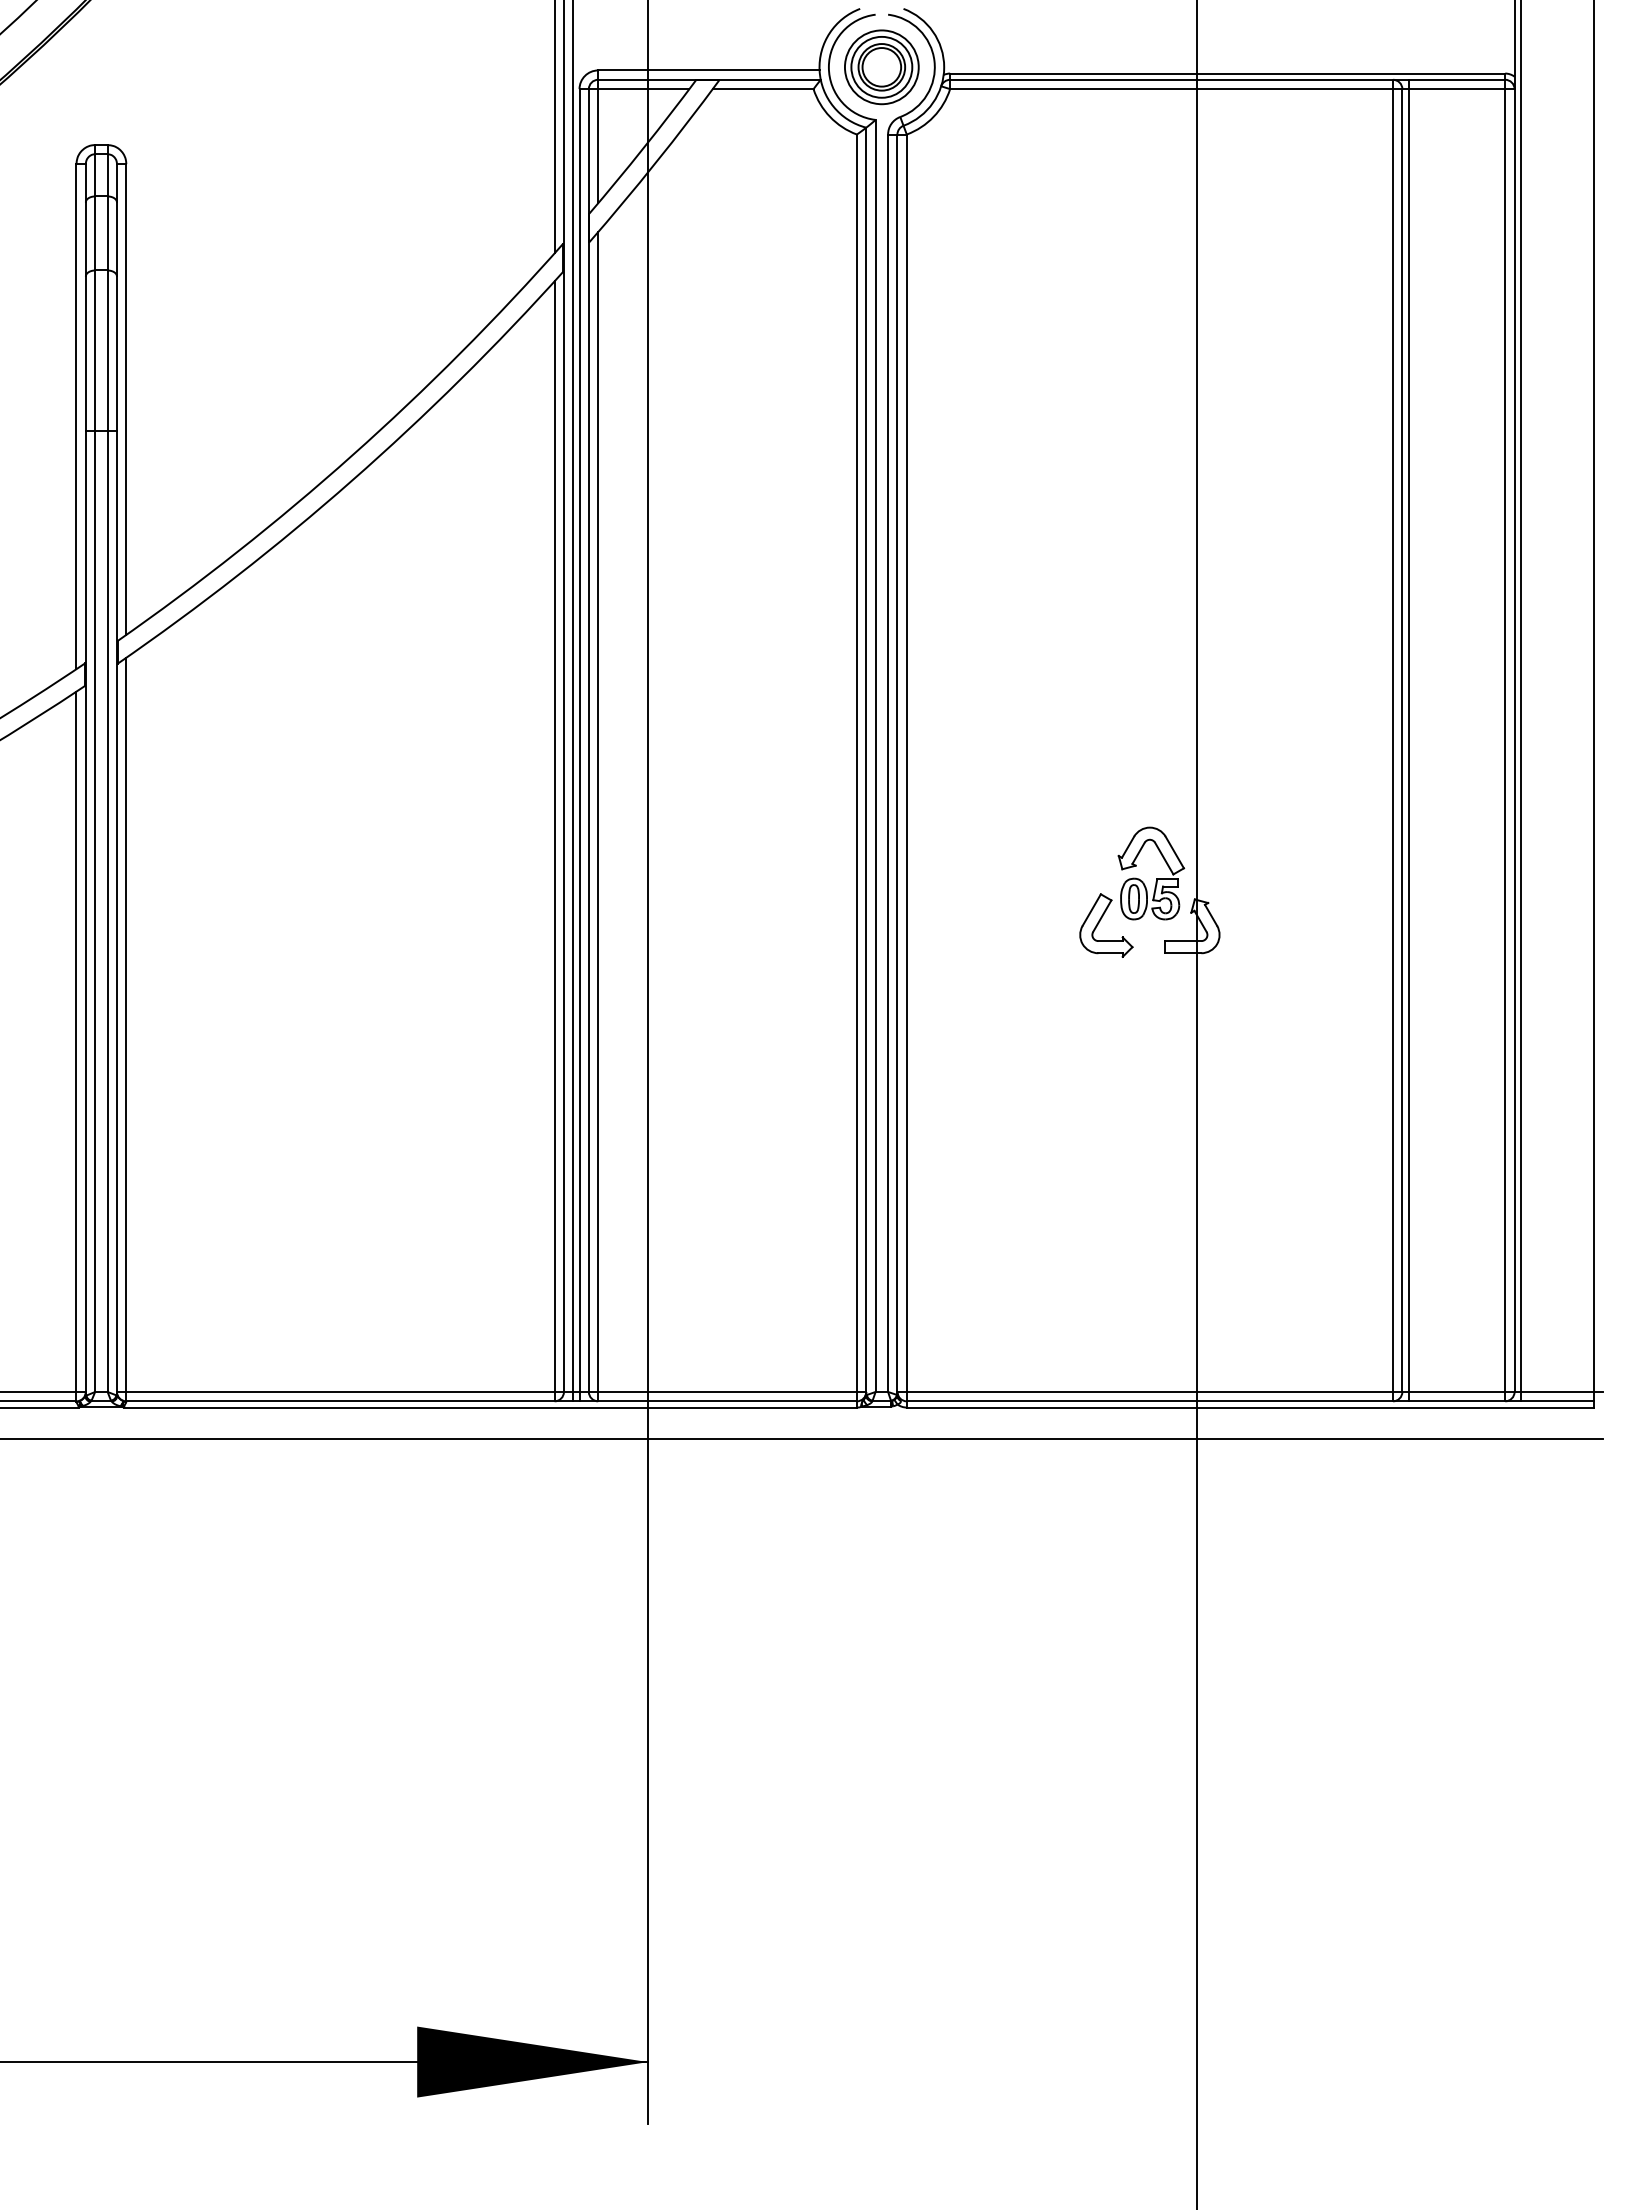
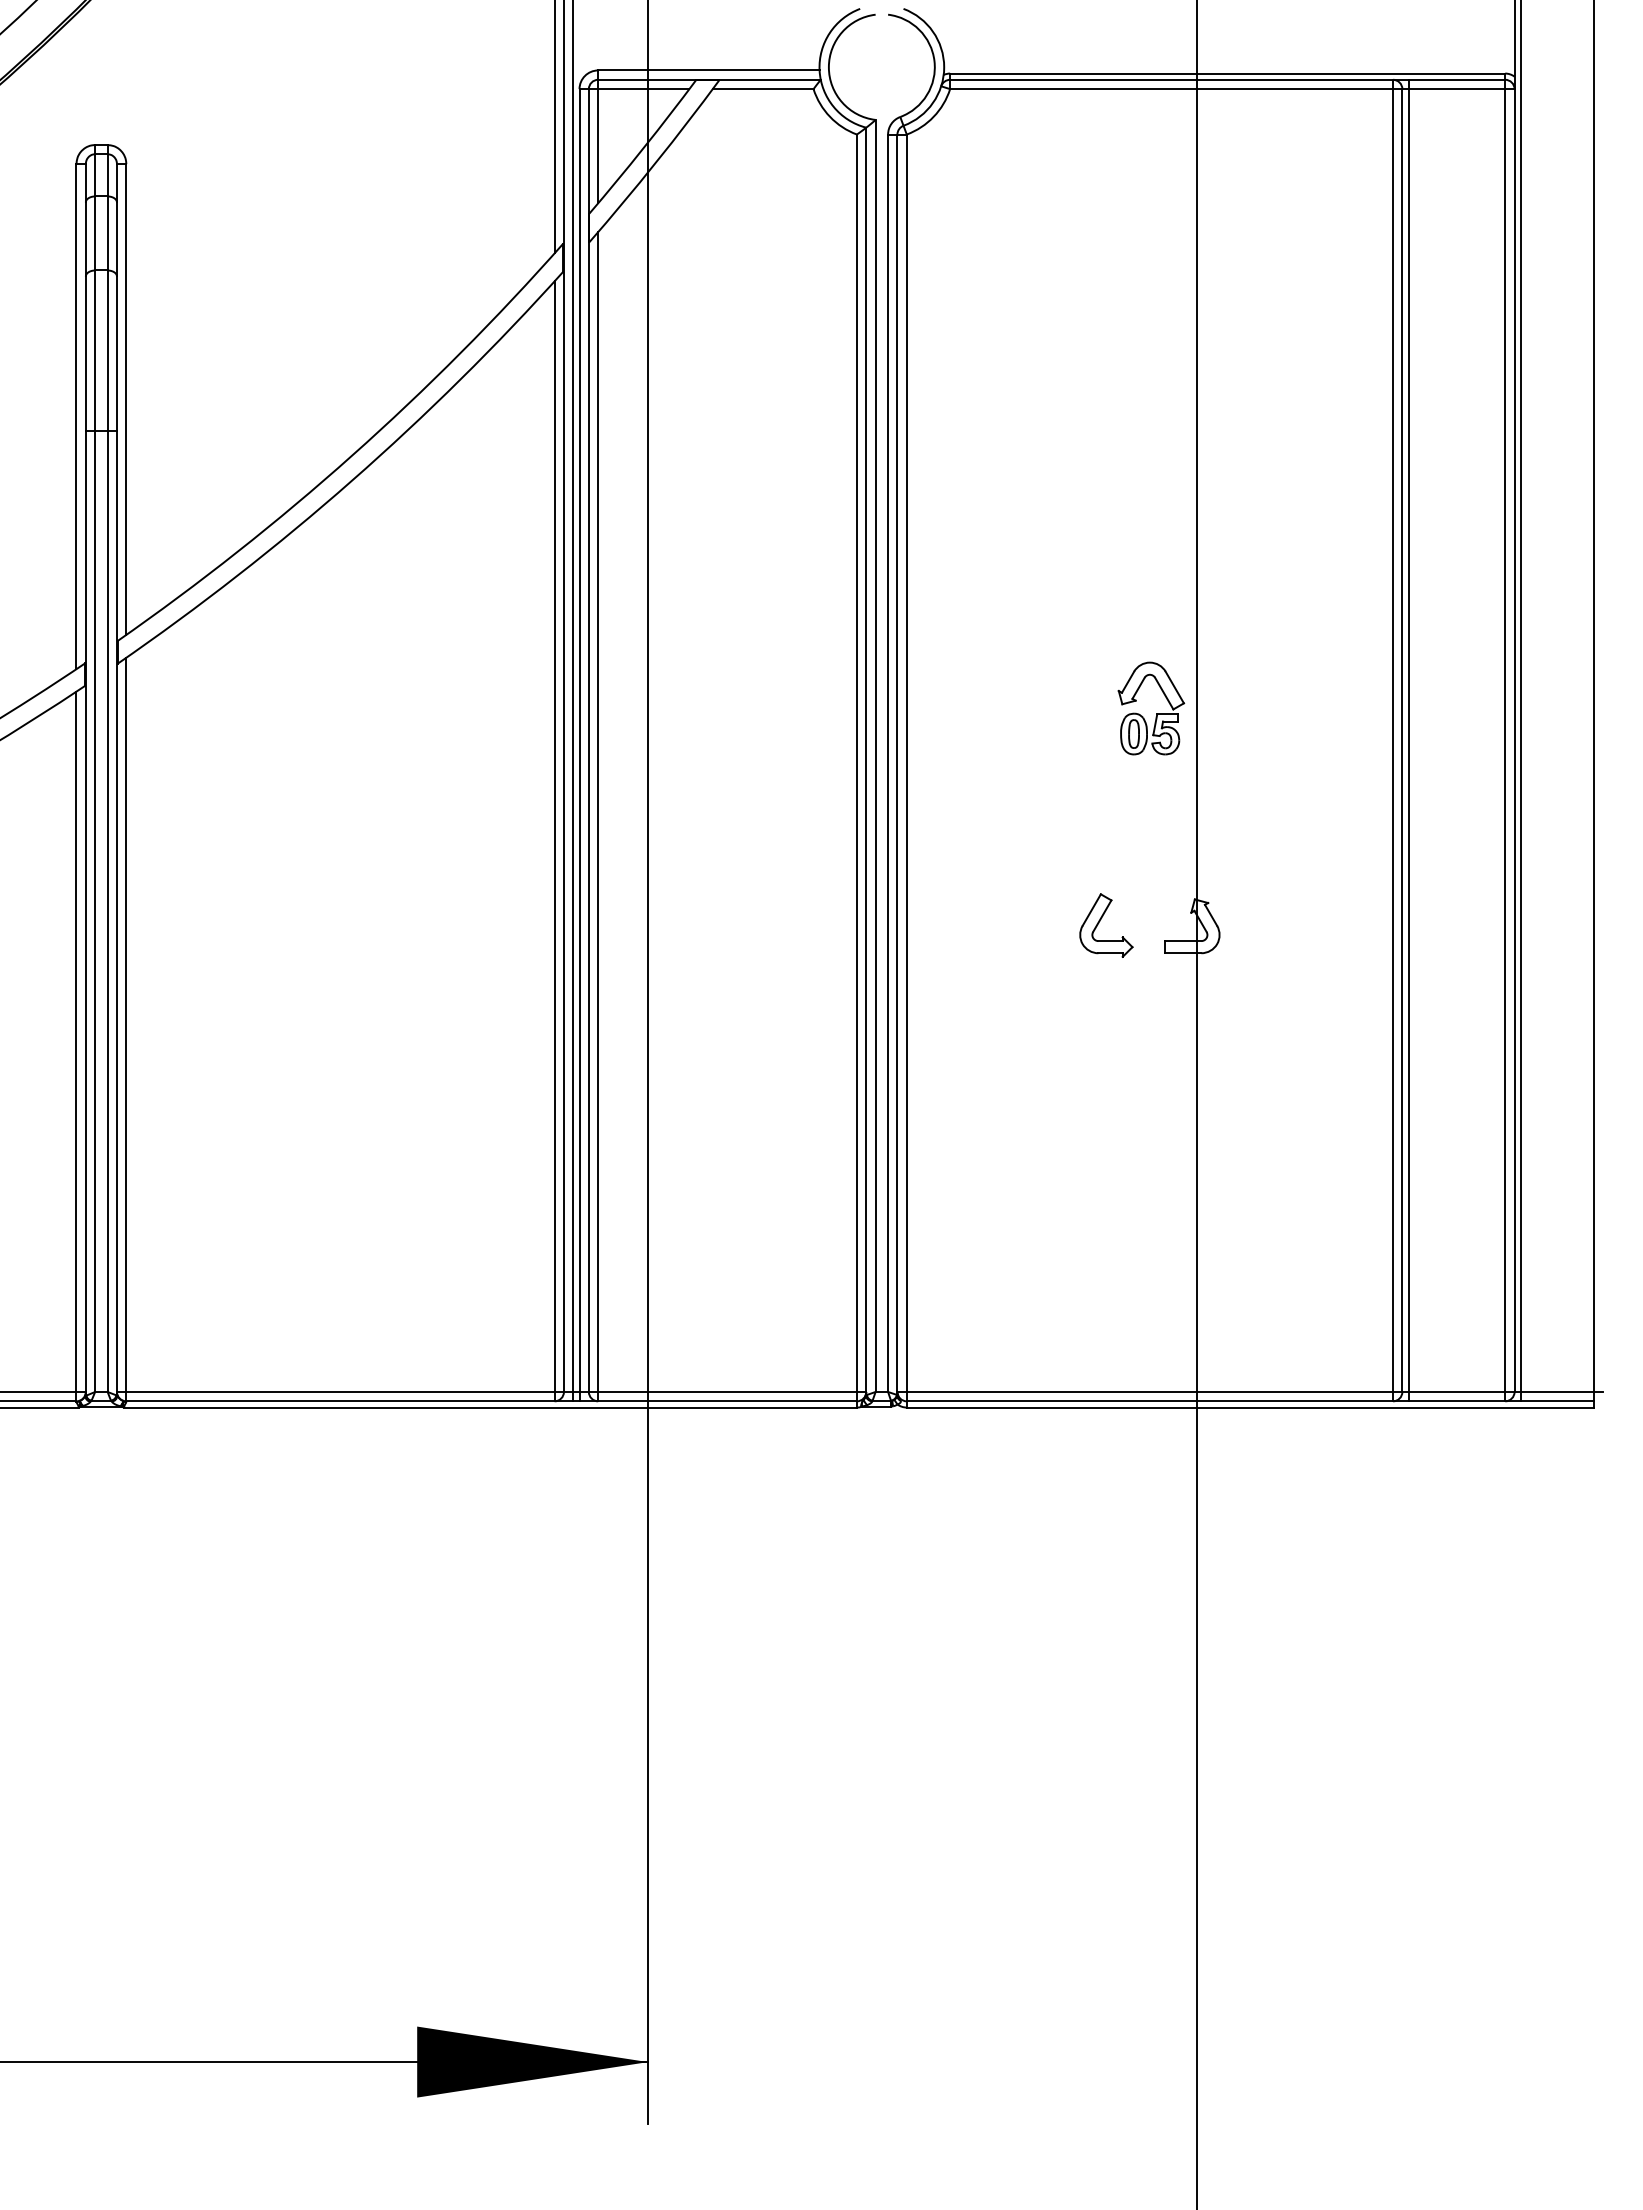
part at (881, 67): present -> none
part at (1156, 878) position: (1156, 878) -> (1156, 713)
line at (802, 1438): present -> none
